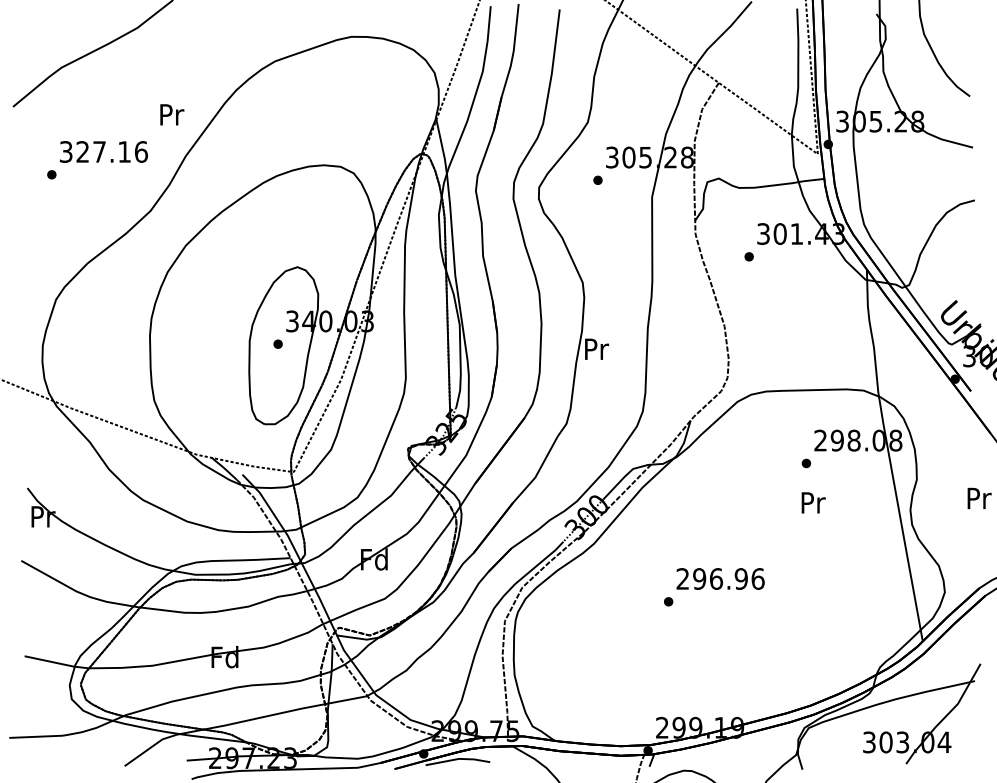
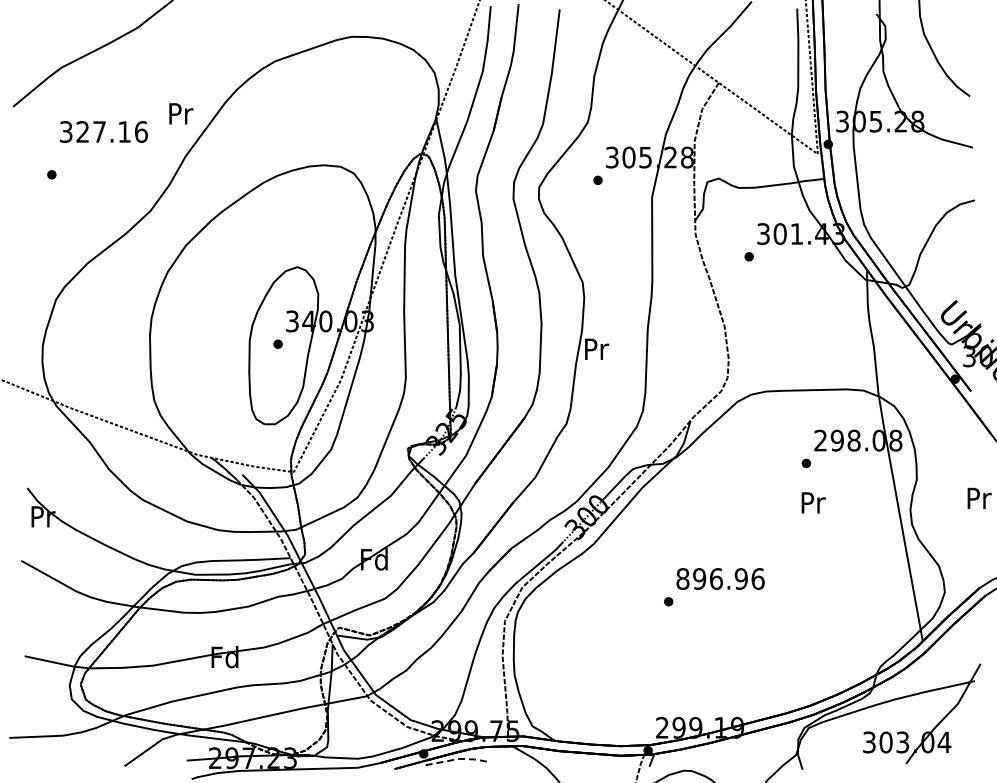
text at (172, 114) position: (172, 114) -> (181, 113)
text at (103, 151) position: (103, 151) -> (103, 131)
text at (682, 578): 296.96 -> 896.96
line at (459, 758): solid -> dashed
